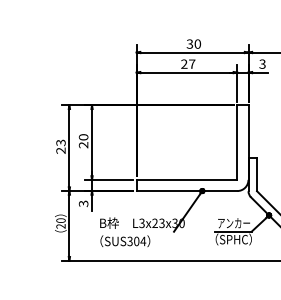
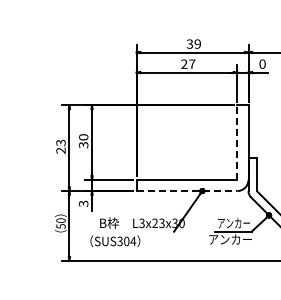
text at (197, 43): 30 -> 39
text at (262, 63): 3 -> 0
line at (237, 142): solid -> dashed
text at (84, 145): 20 -> 30
line at (187, 191): solid -> dashed
text at (60, 226): 20 -> 50
text at (230, 239): （SPHC） -> アンカー
text at (125, 241) position: (125, 241) -> (115, 241)
